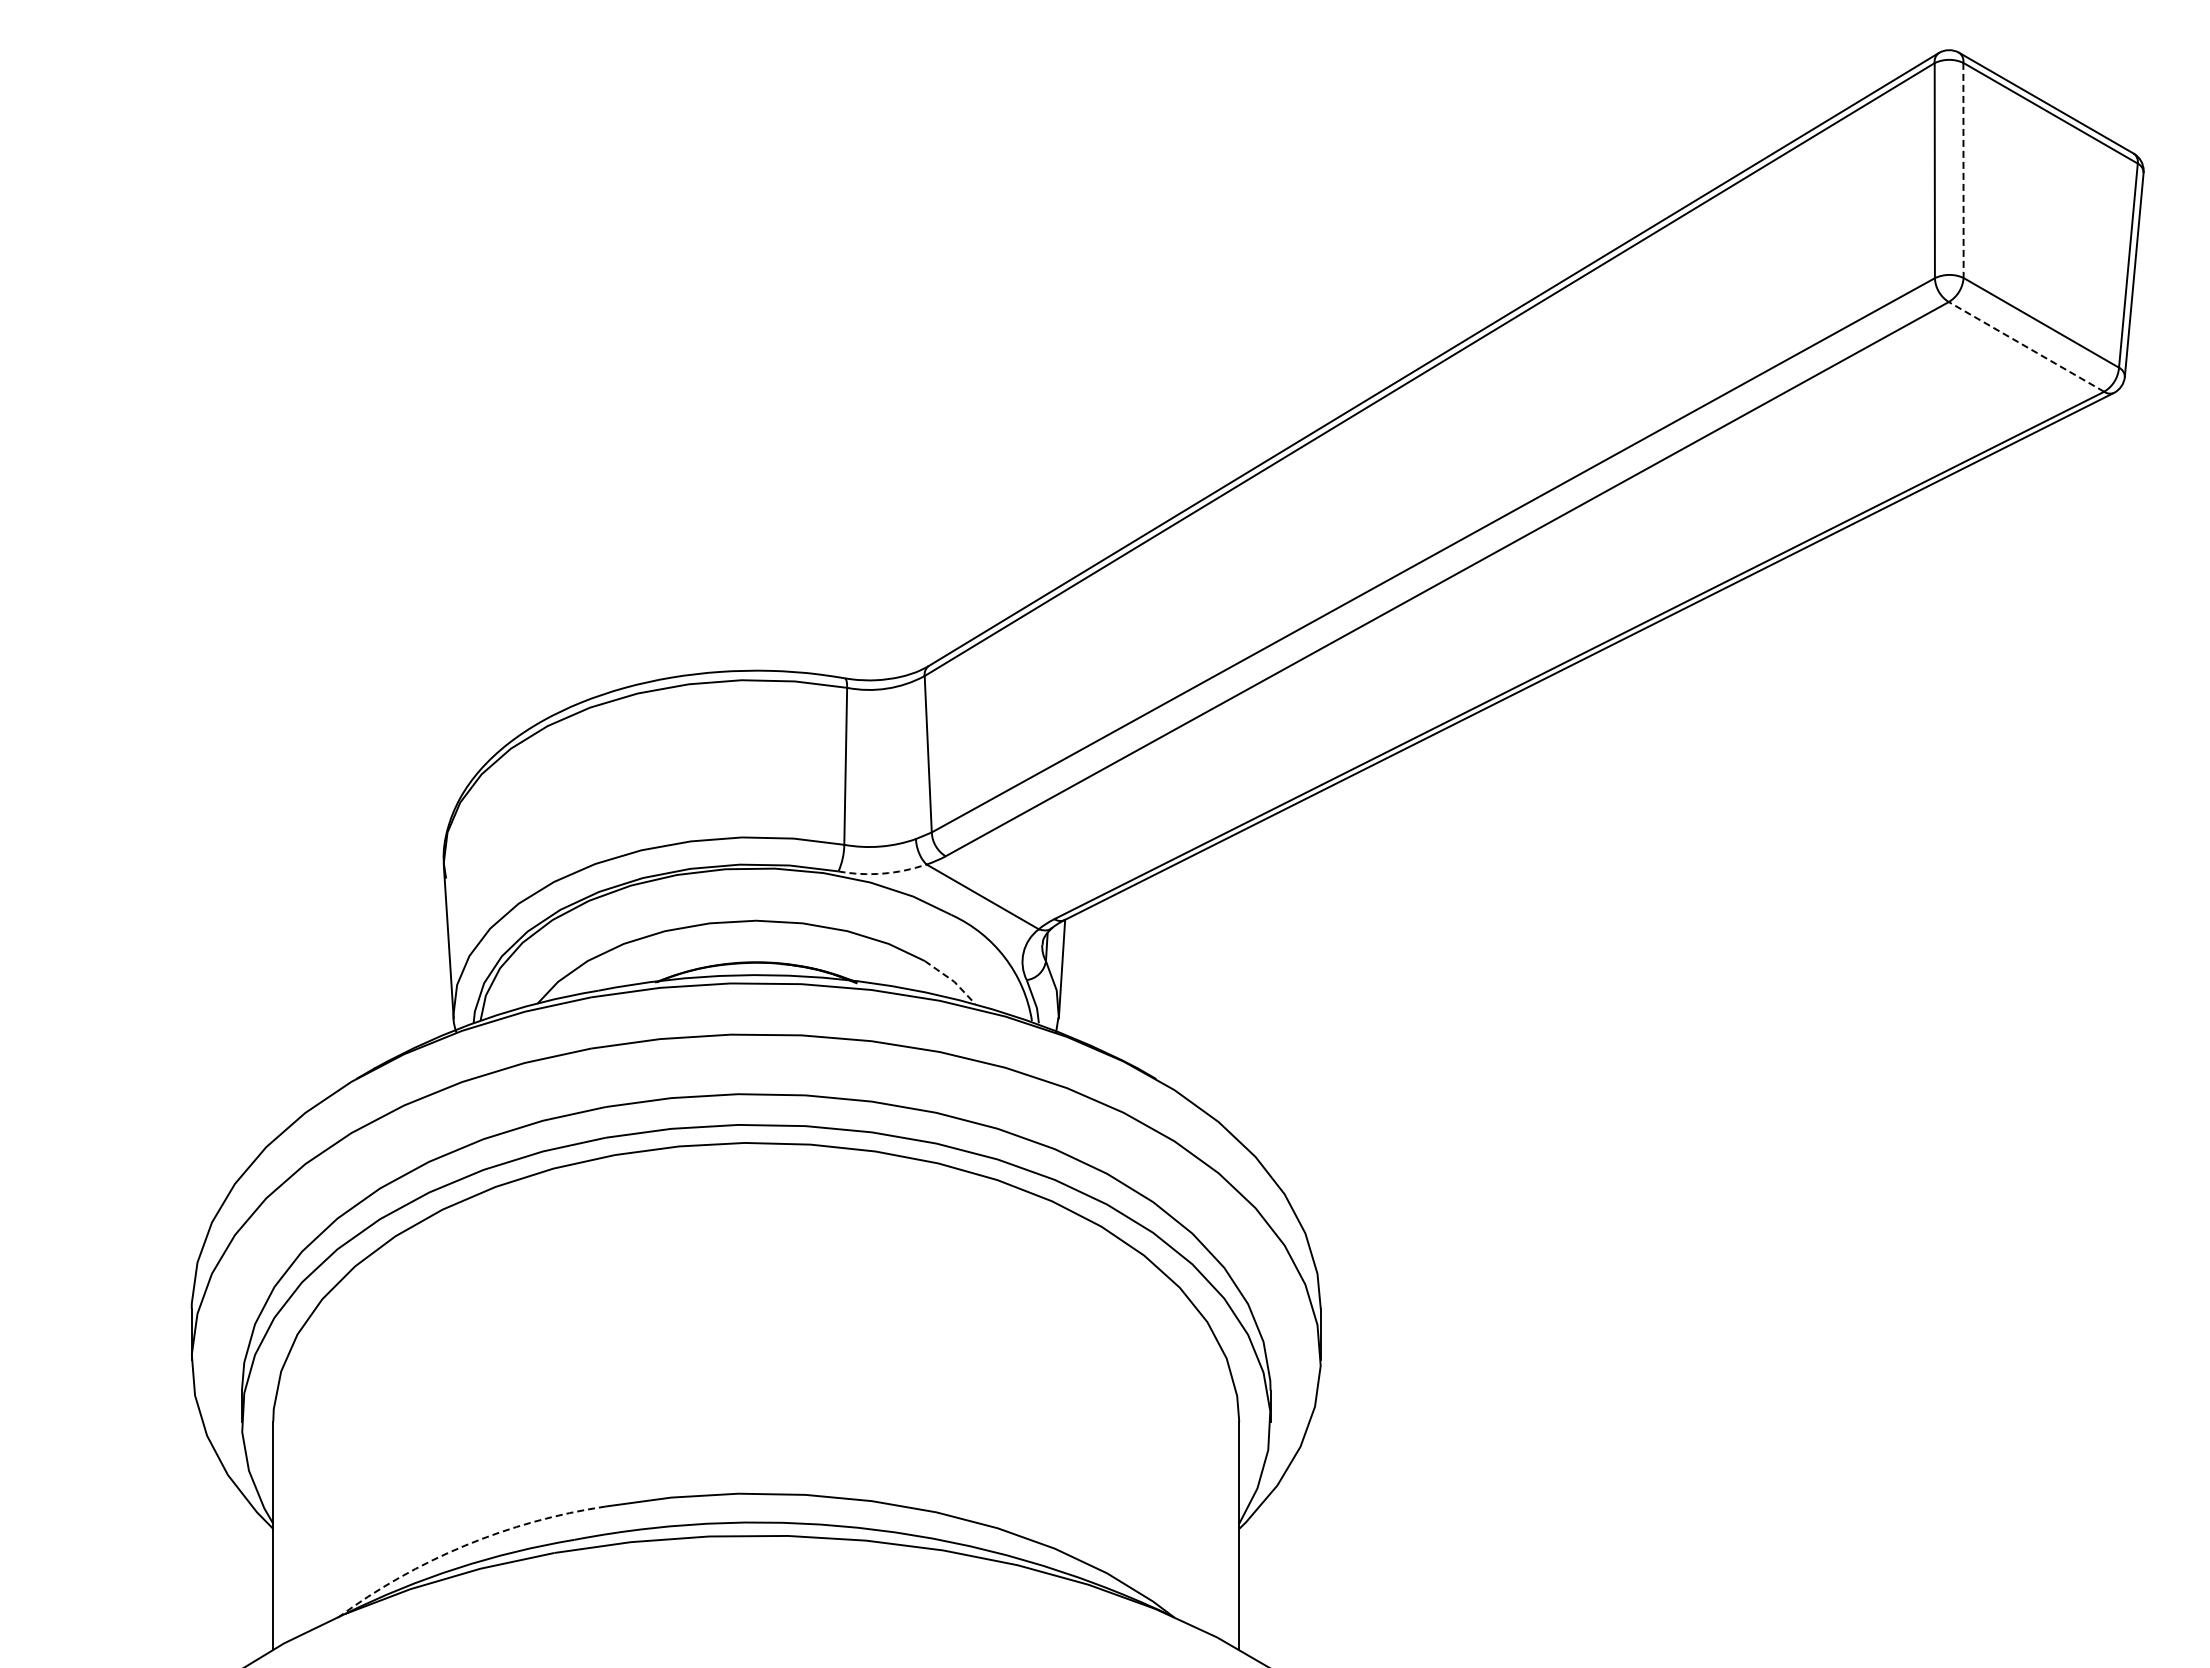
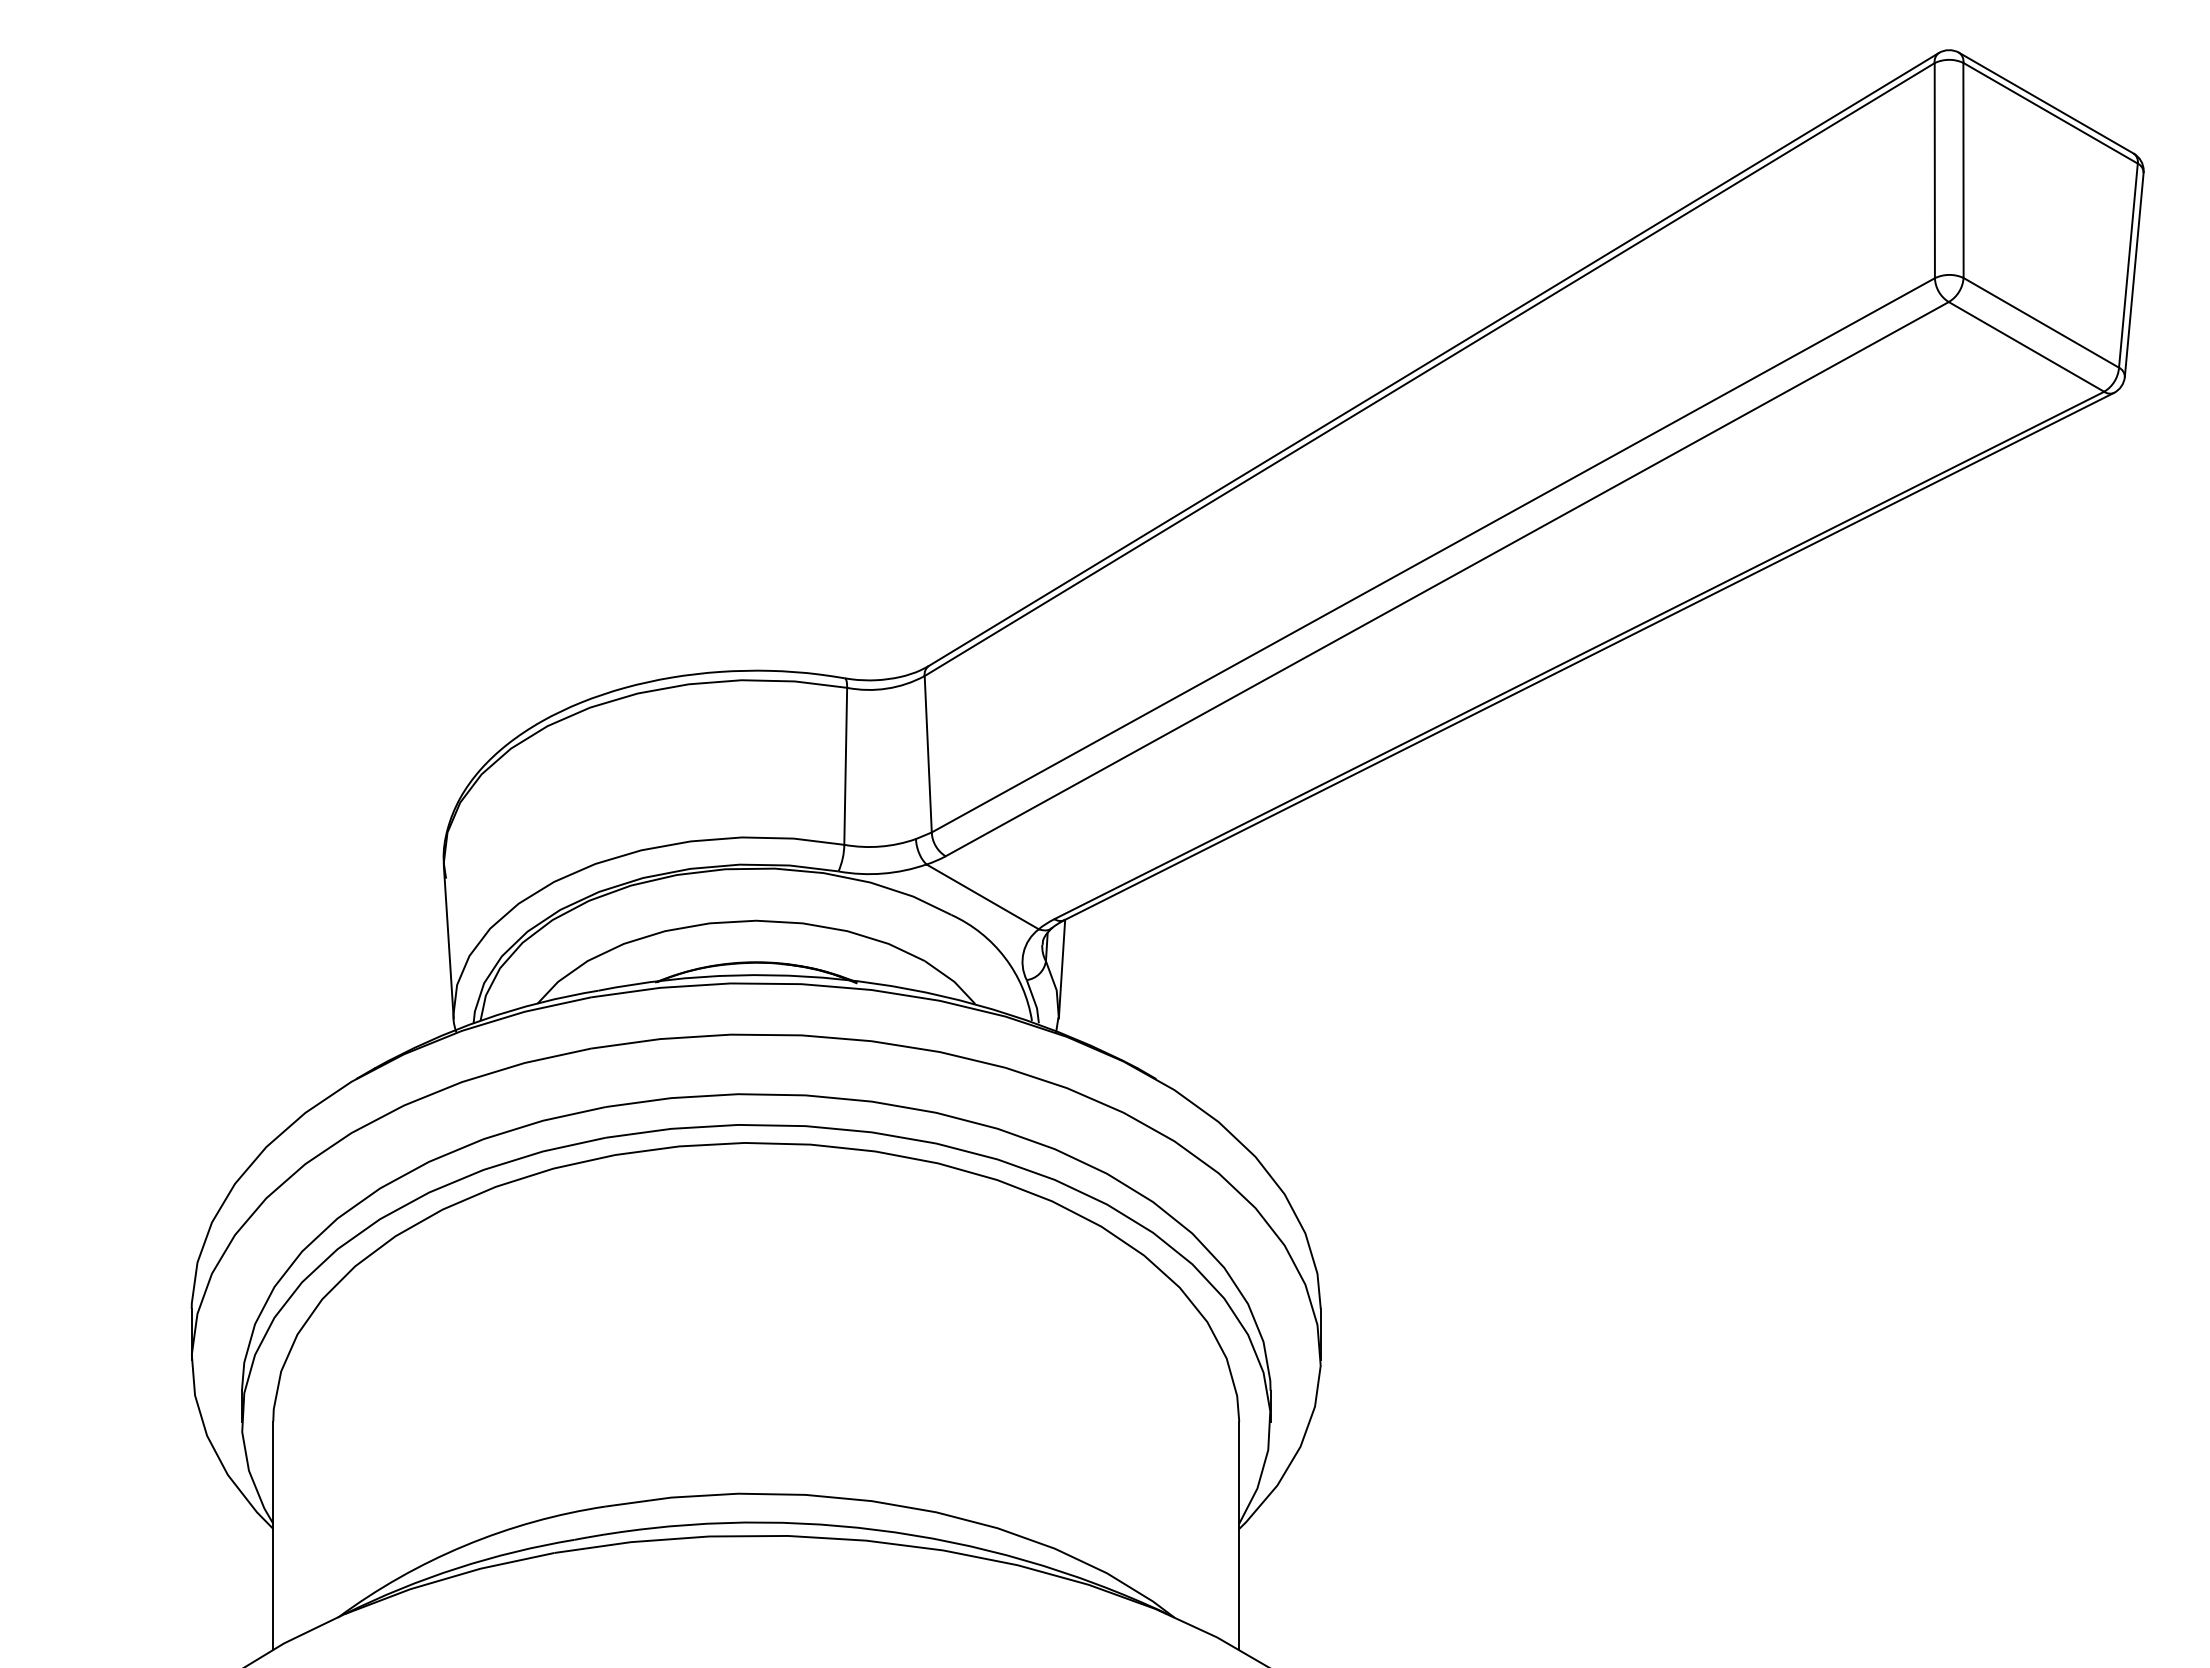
line at (1963, 170): dashed -> solid
line at (2026, 346): dashed -> solid
arc at (882, 873): dashed -> solid
line at (952, 980): dashed -> solid
arc at (465, 1545): dashed -> solid
